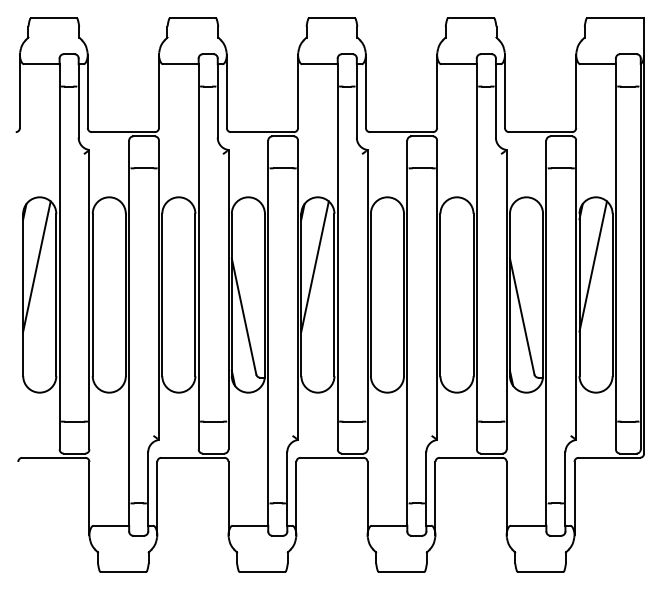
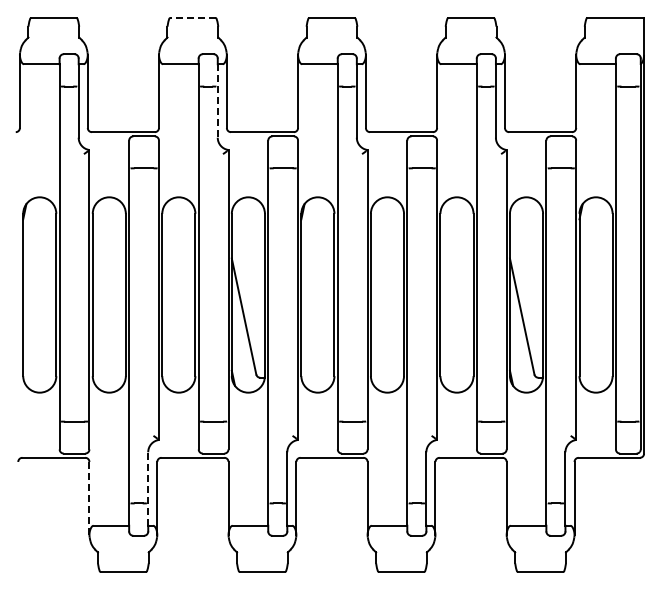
line at (192, 17): solid -> dashed
line at (217, 100): solid -> dashed
line at (36, 266): present -> none
line at (314, 266): present -> none
line at (592, 266): present -> none
line at (148, 489): solid -> dashed
line at (89, 498): solid -> dashed
